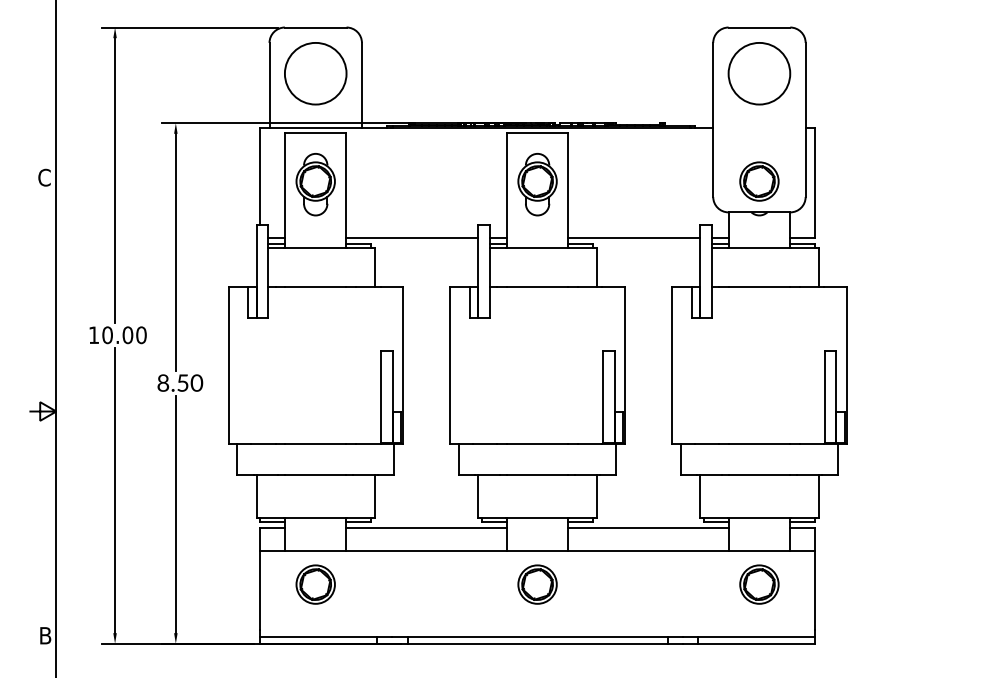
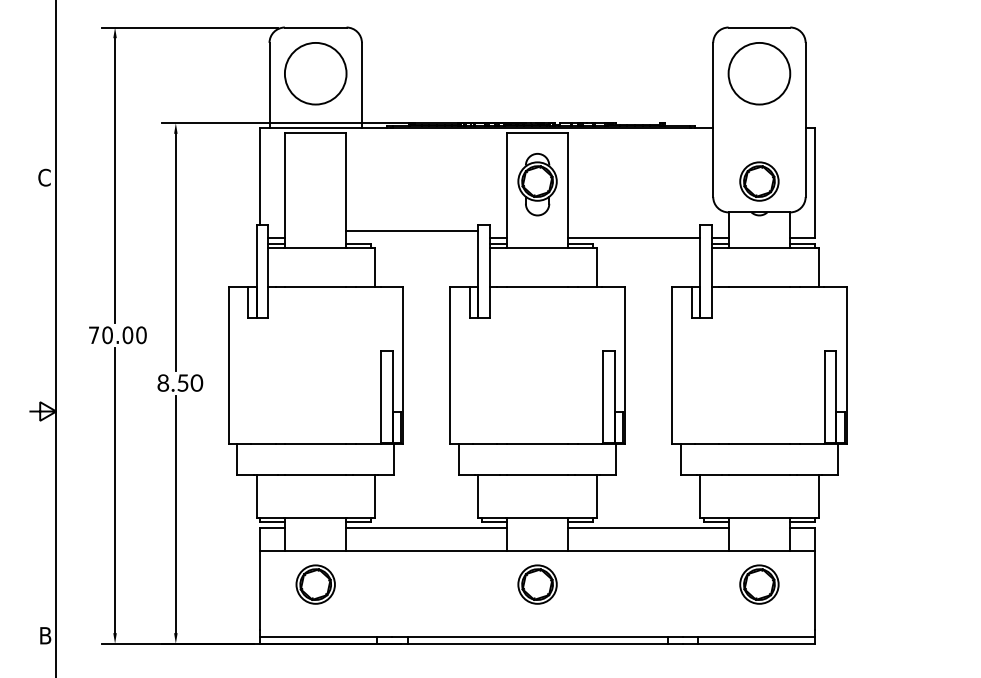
part at (315, 184): present -> none
line at (412, 238) position: (412, 238) -> (412, 231)
text at (93, 334): 10.00 -> 70.00
